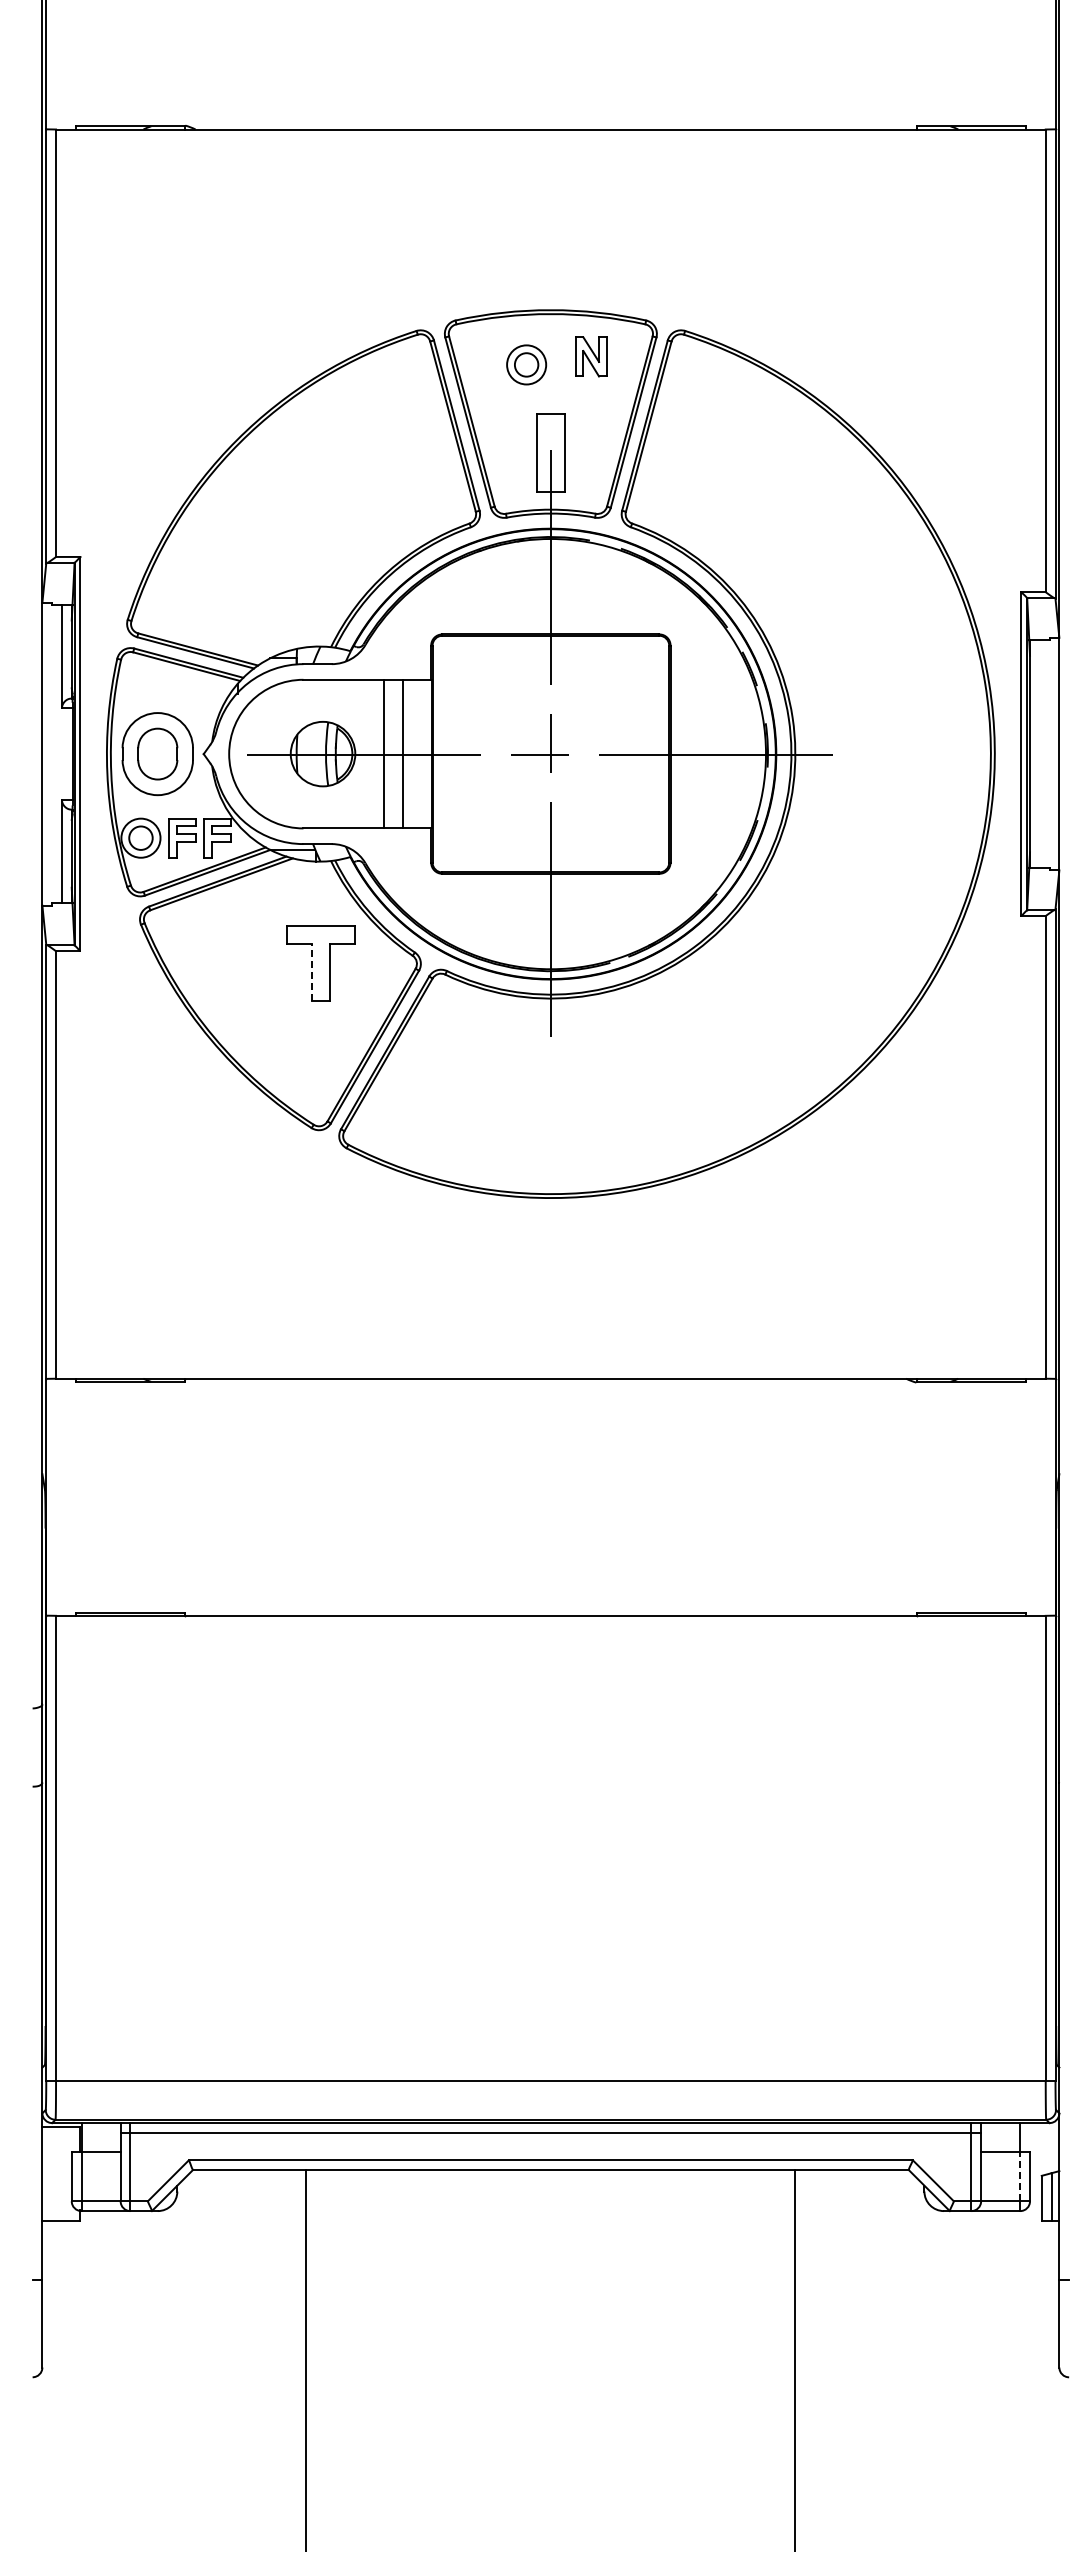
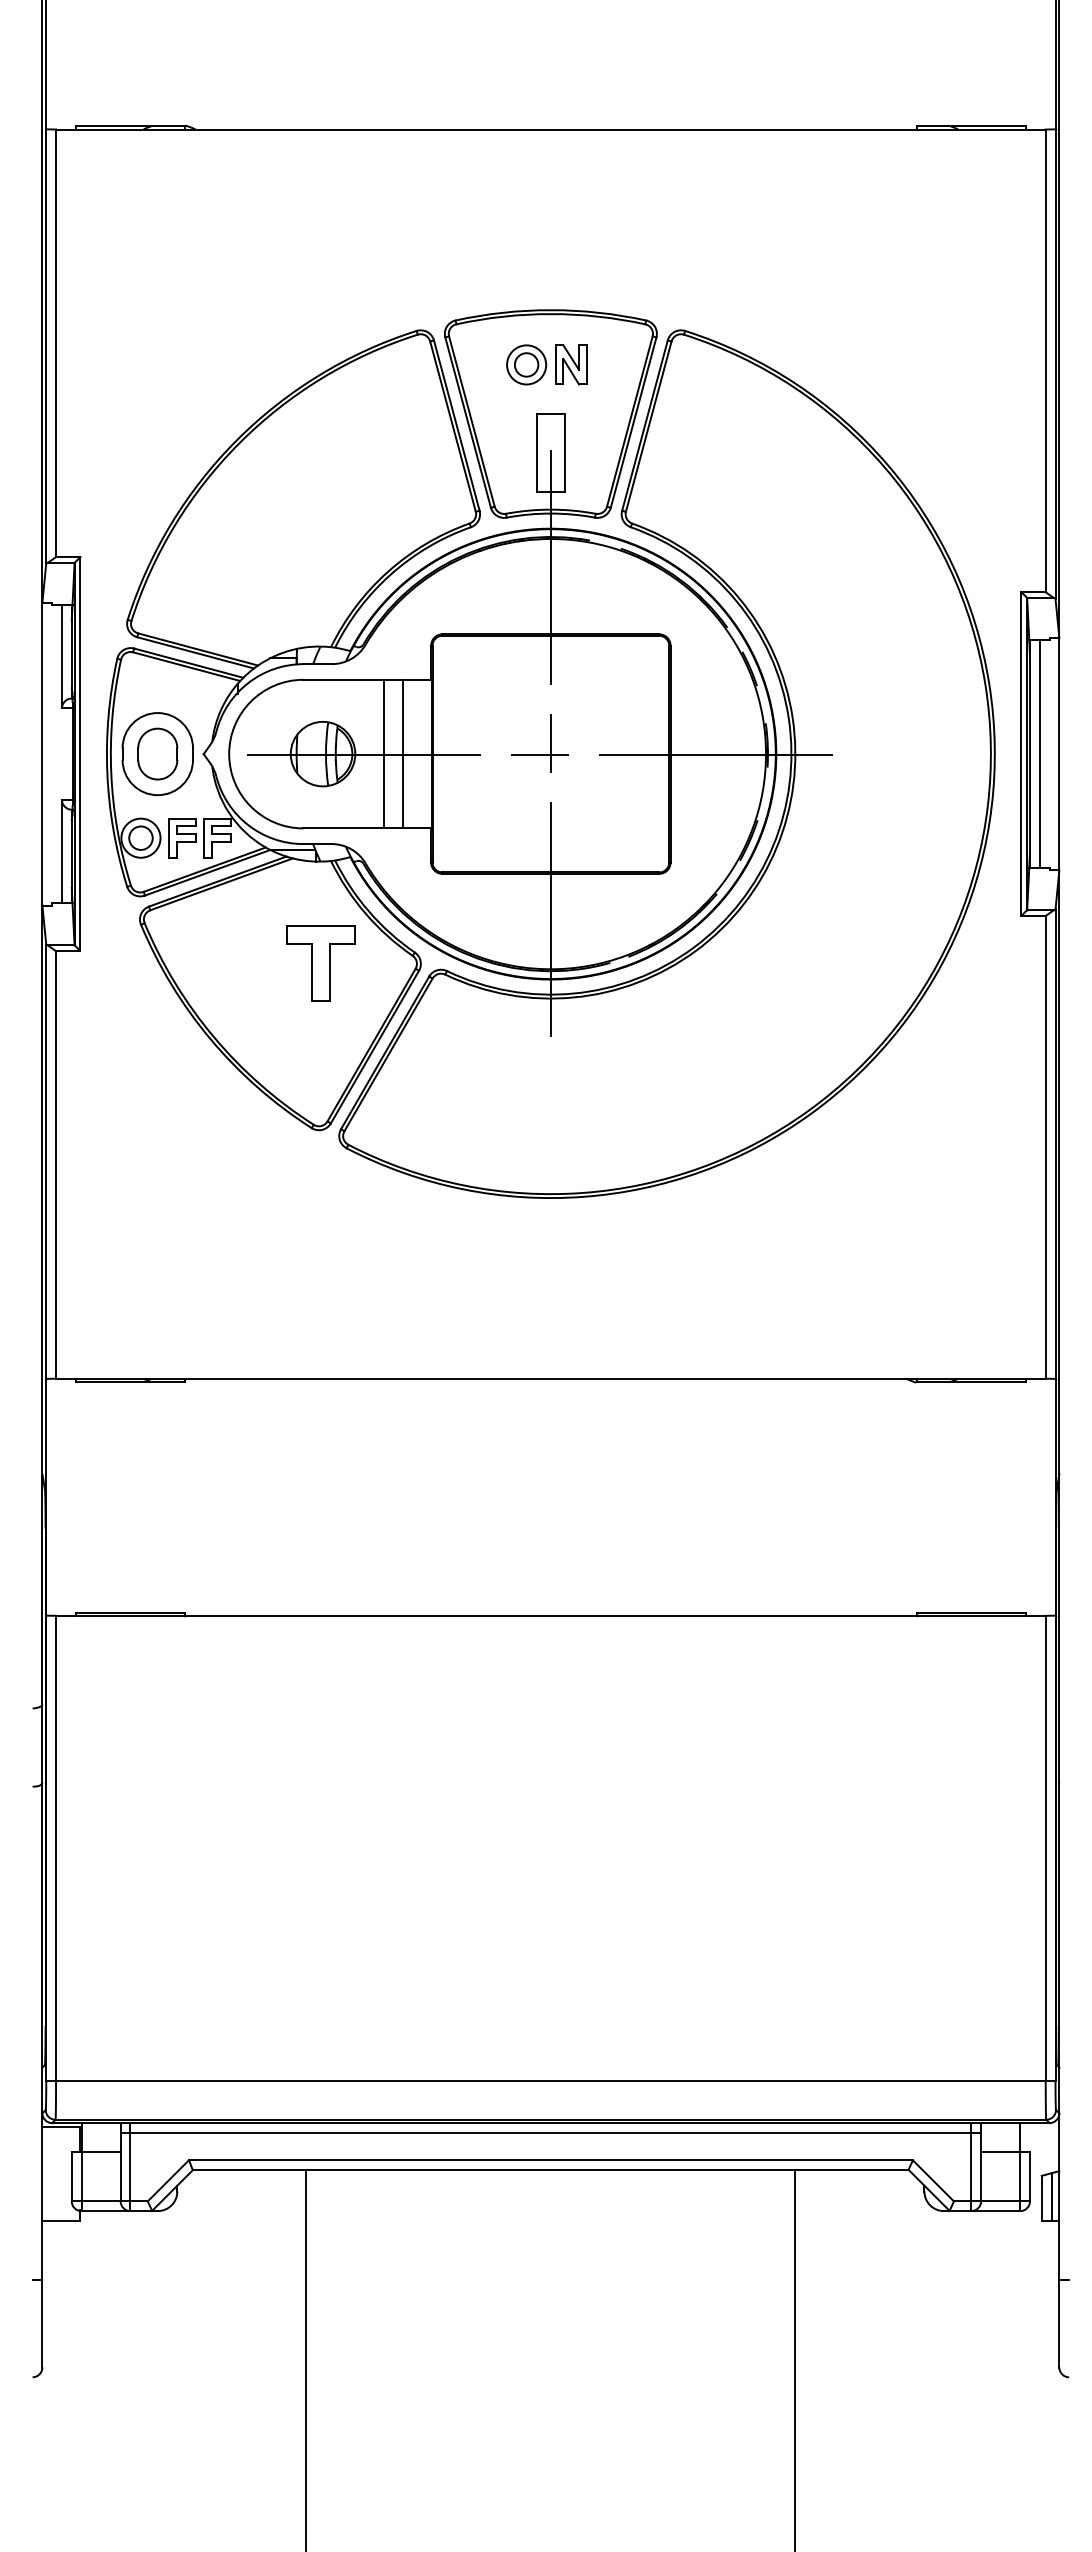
part at (591, 356) position: (591, 356) -> (571, 364)
line at (1039, 754): none -> present
line at (312, 971): dashed -> solid
line at (1020, 2176): dashed -> solid
